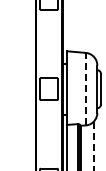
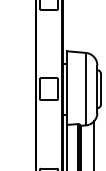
line at (85, 88): dashed -> solid
line at (94, 145): dashed -> solid
